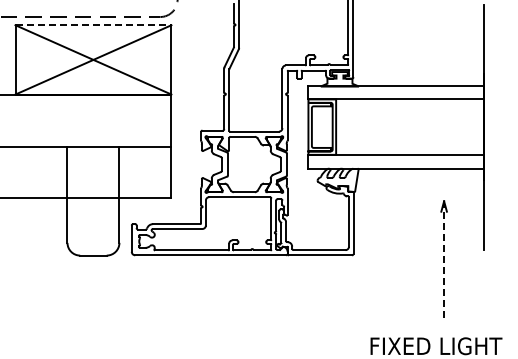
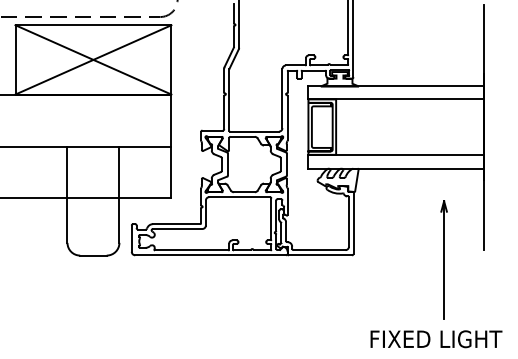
line at (93, 25): dashed -> solid
line at (444, 260): dashed -> solid
text at (436, 346) position: (436, 346) -> (436, 339)
